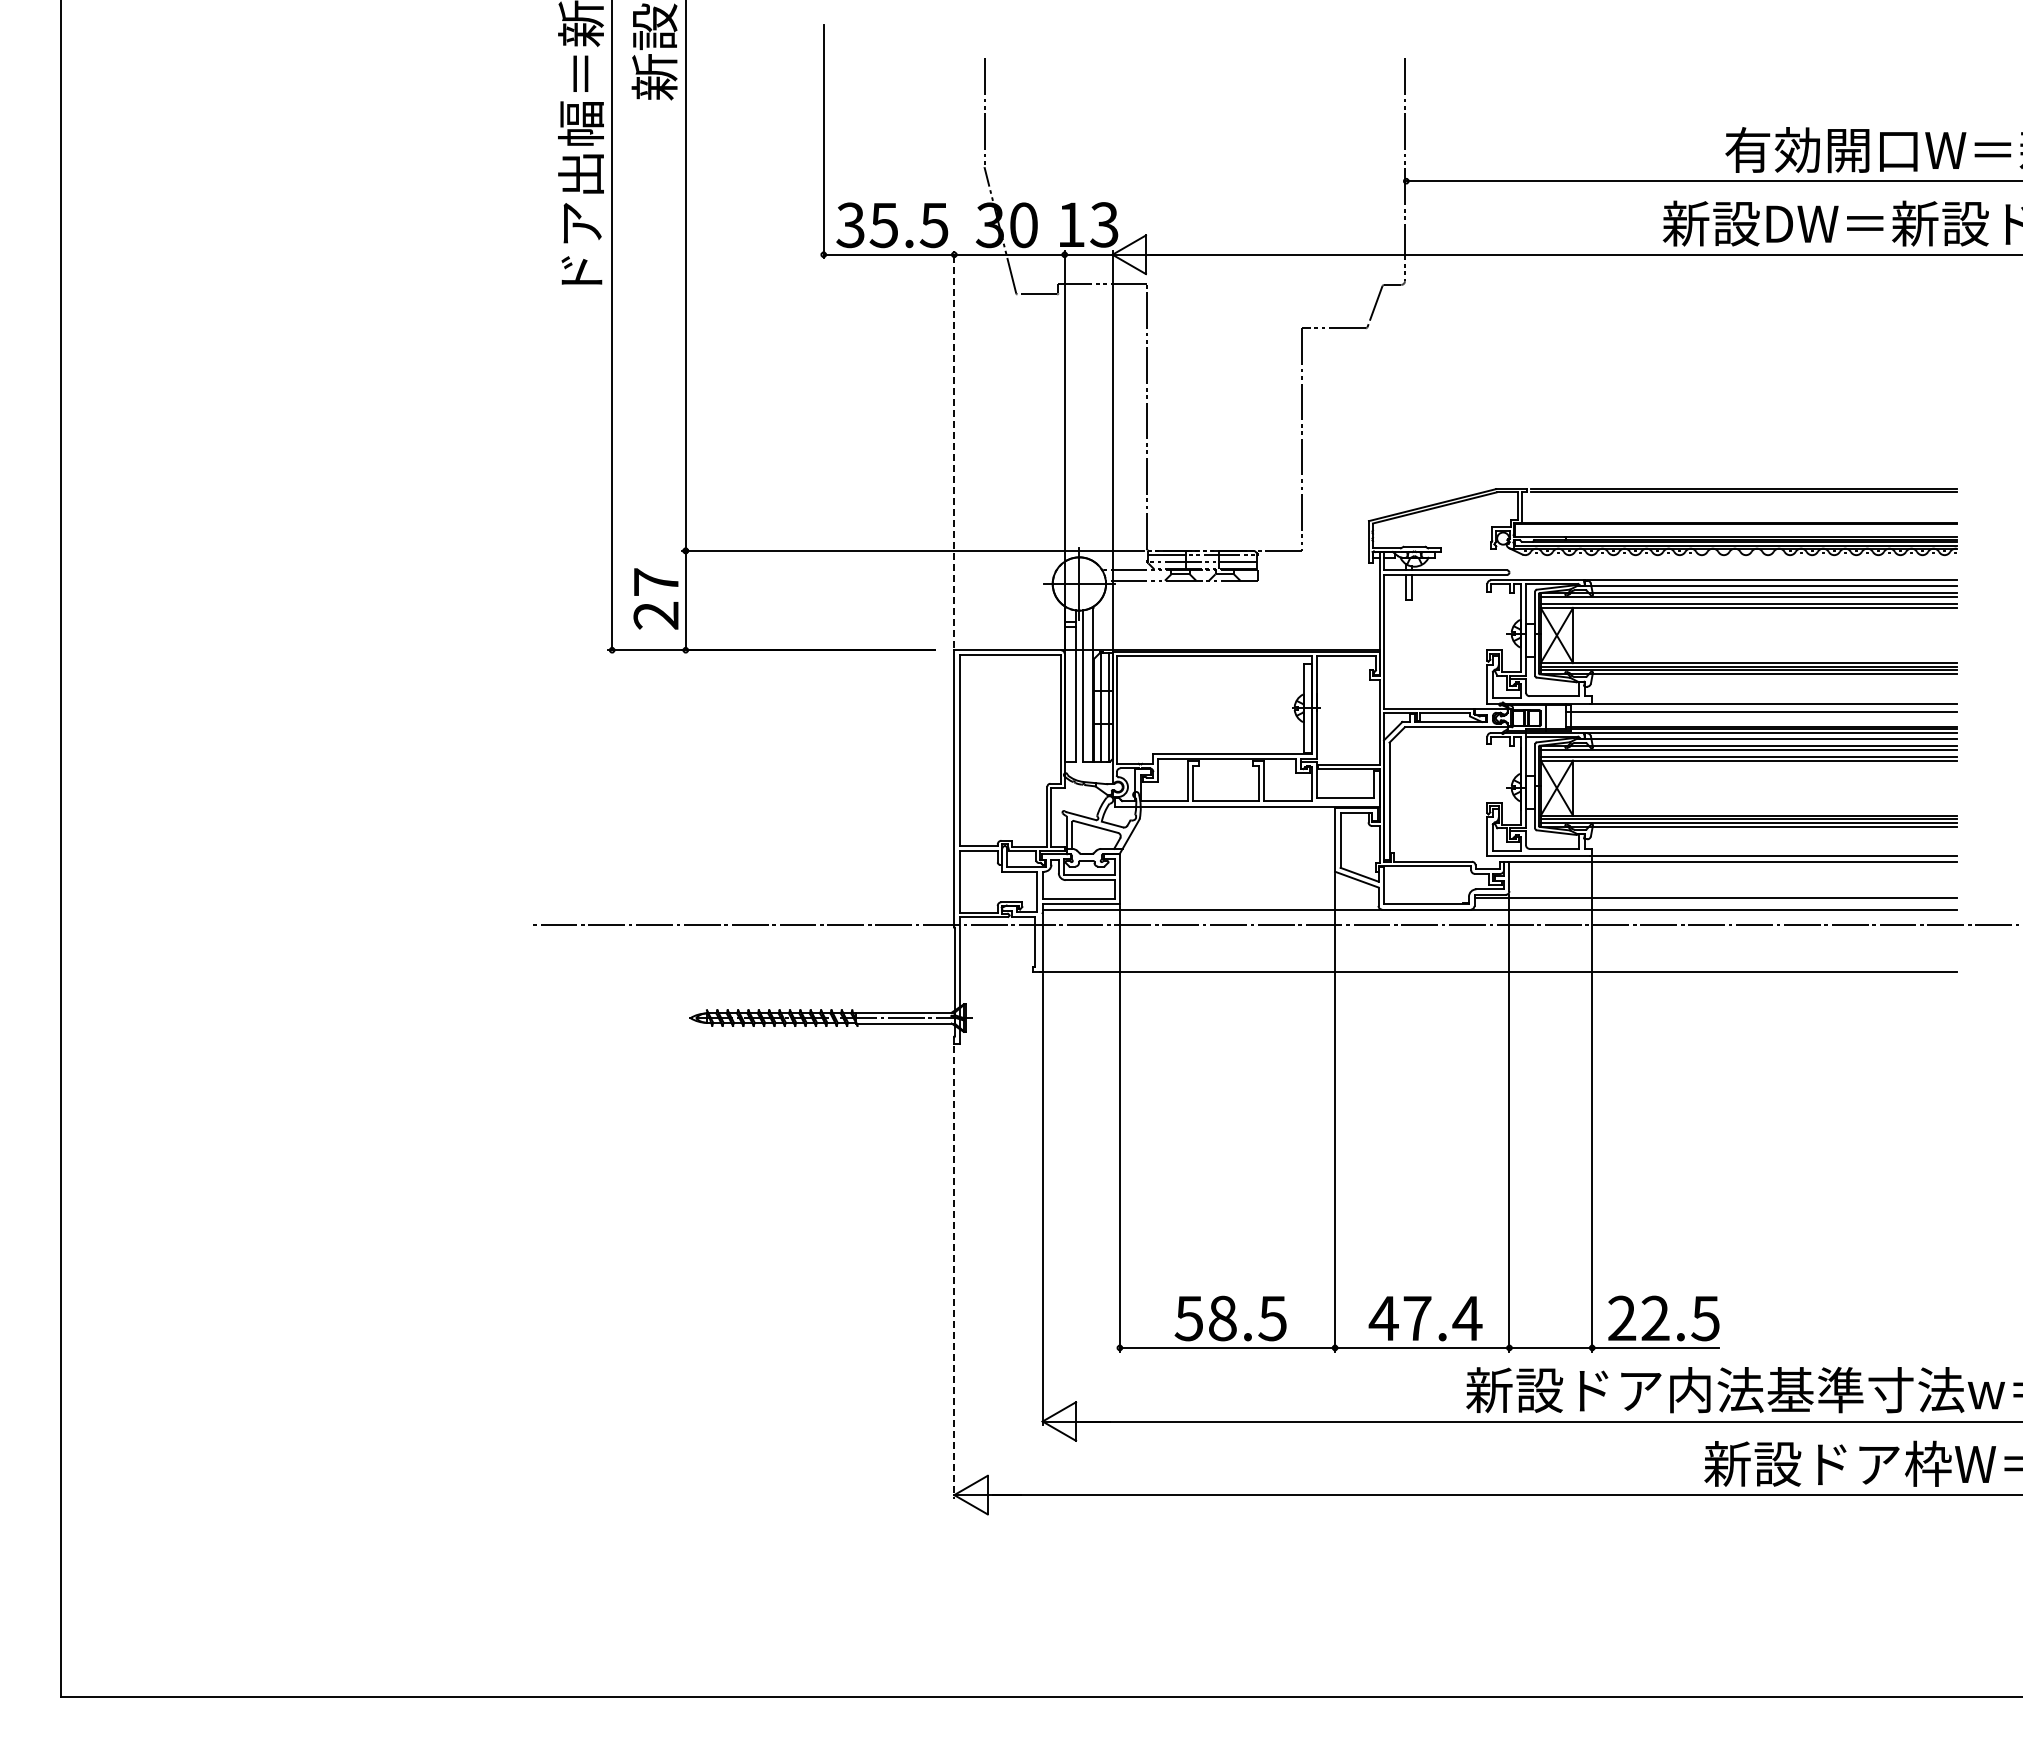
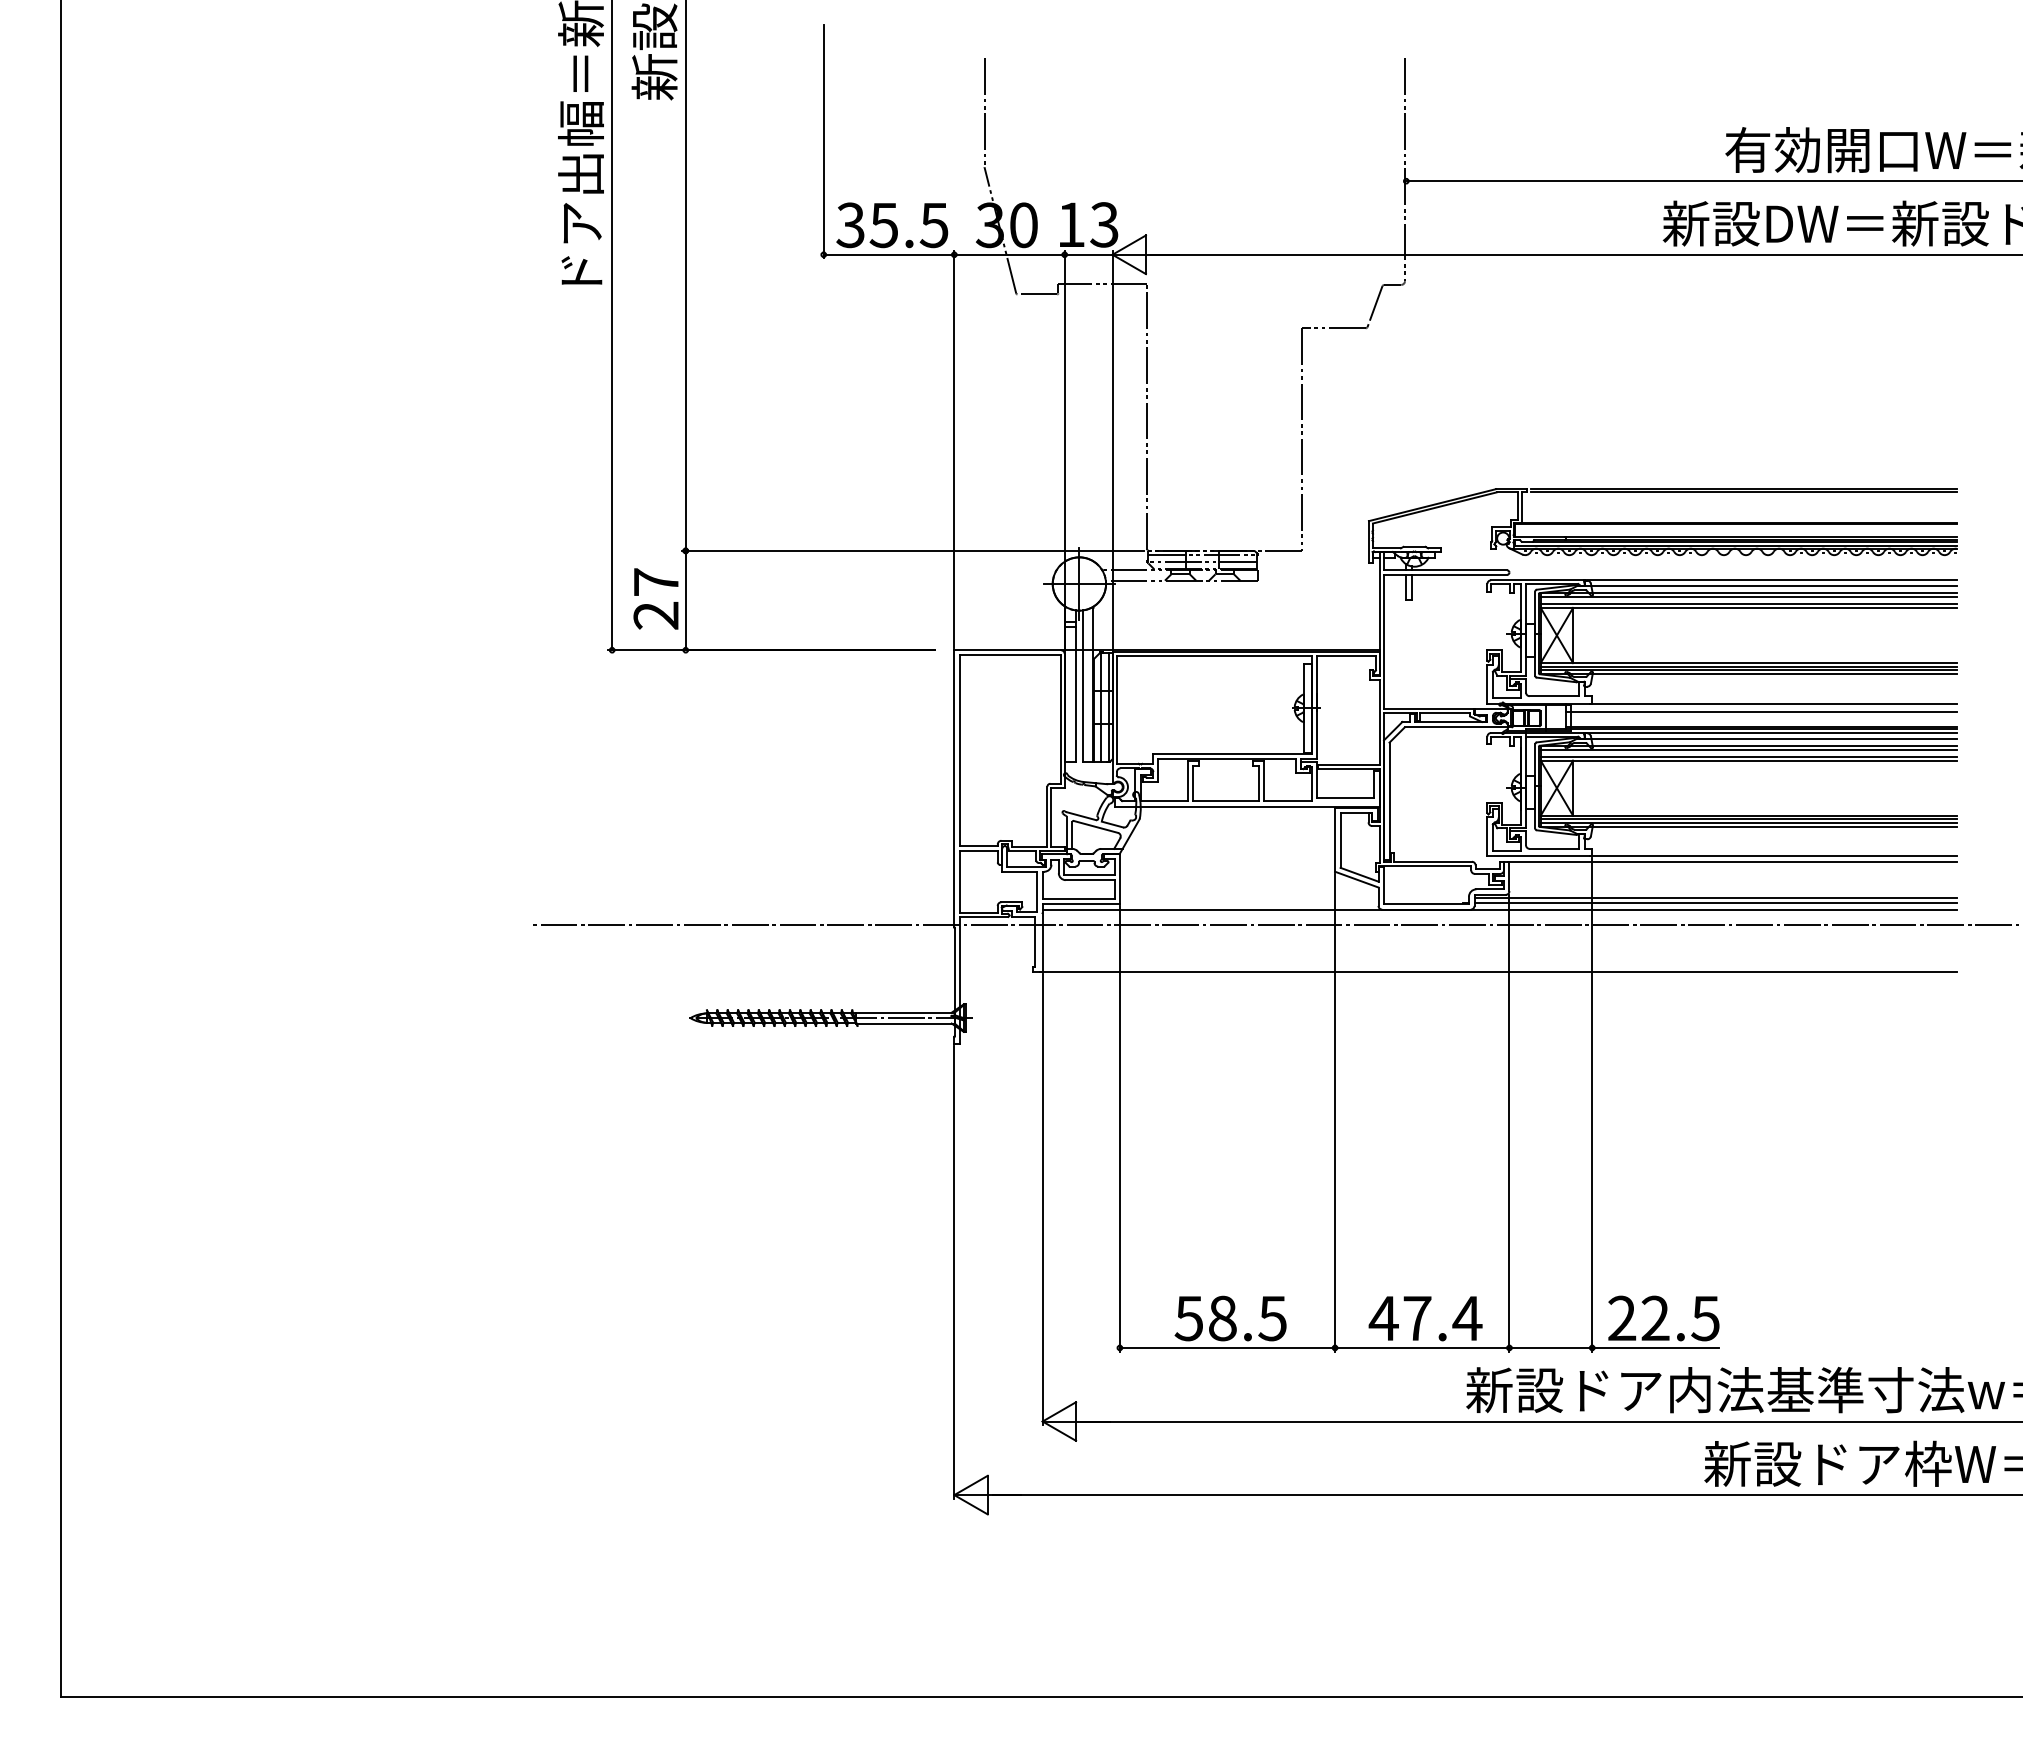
line at (954, 449): dashed -> solid
line at (1715, 903): none -> present
line at (954, 1273): dashed -> solid
